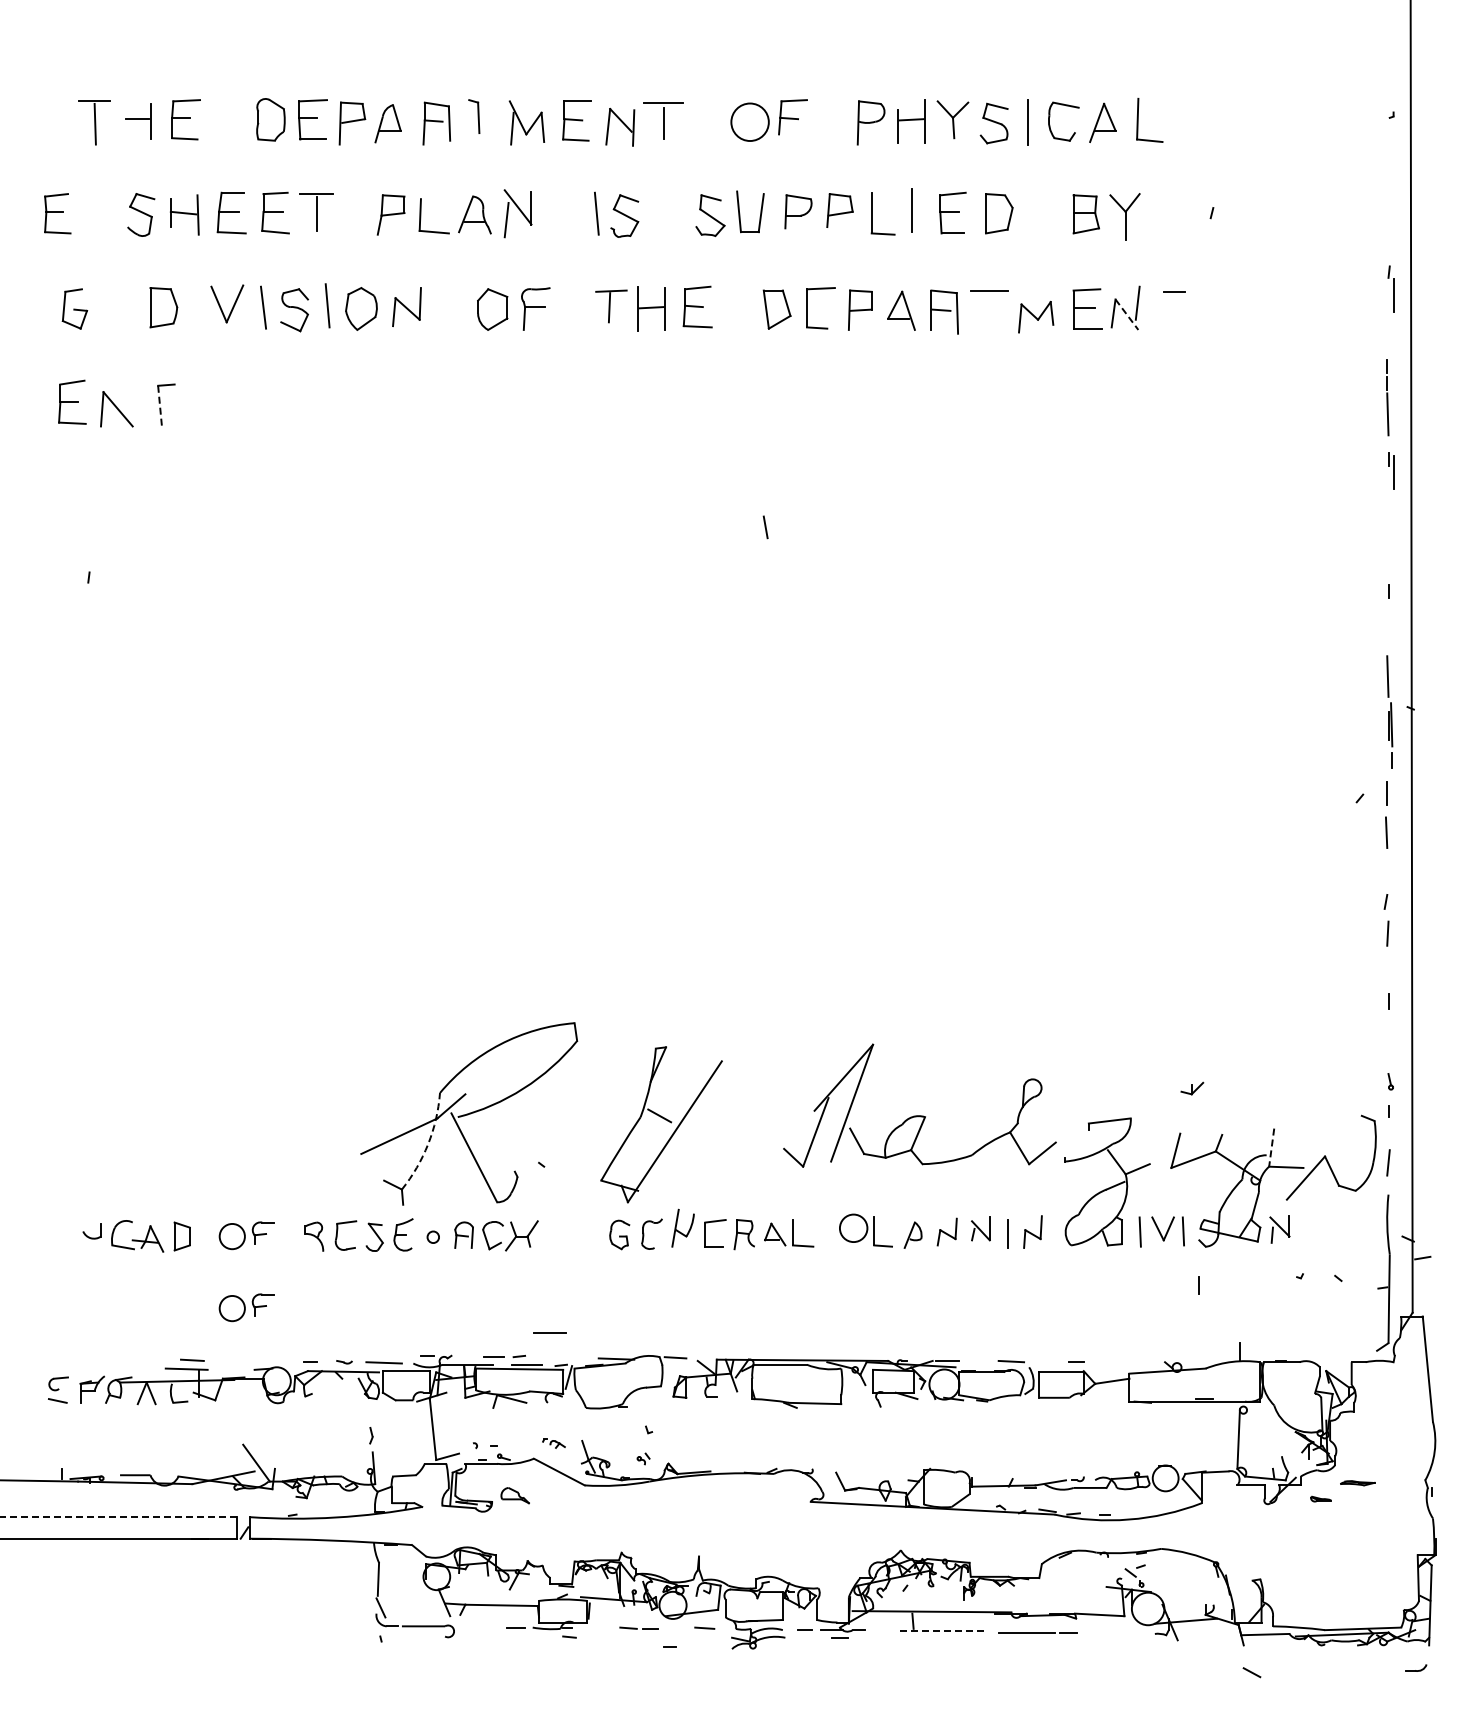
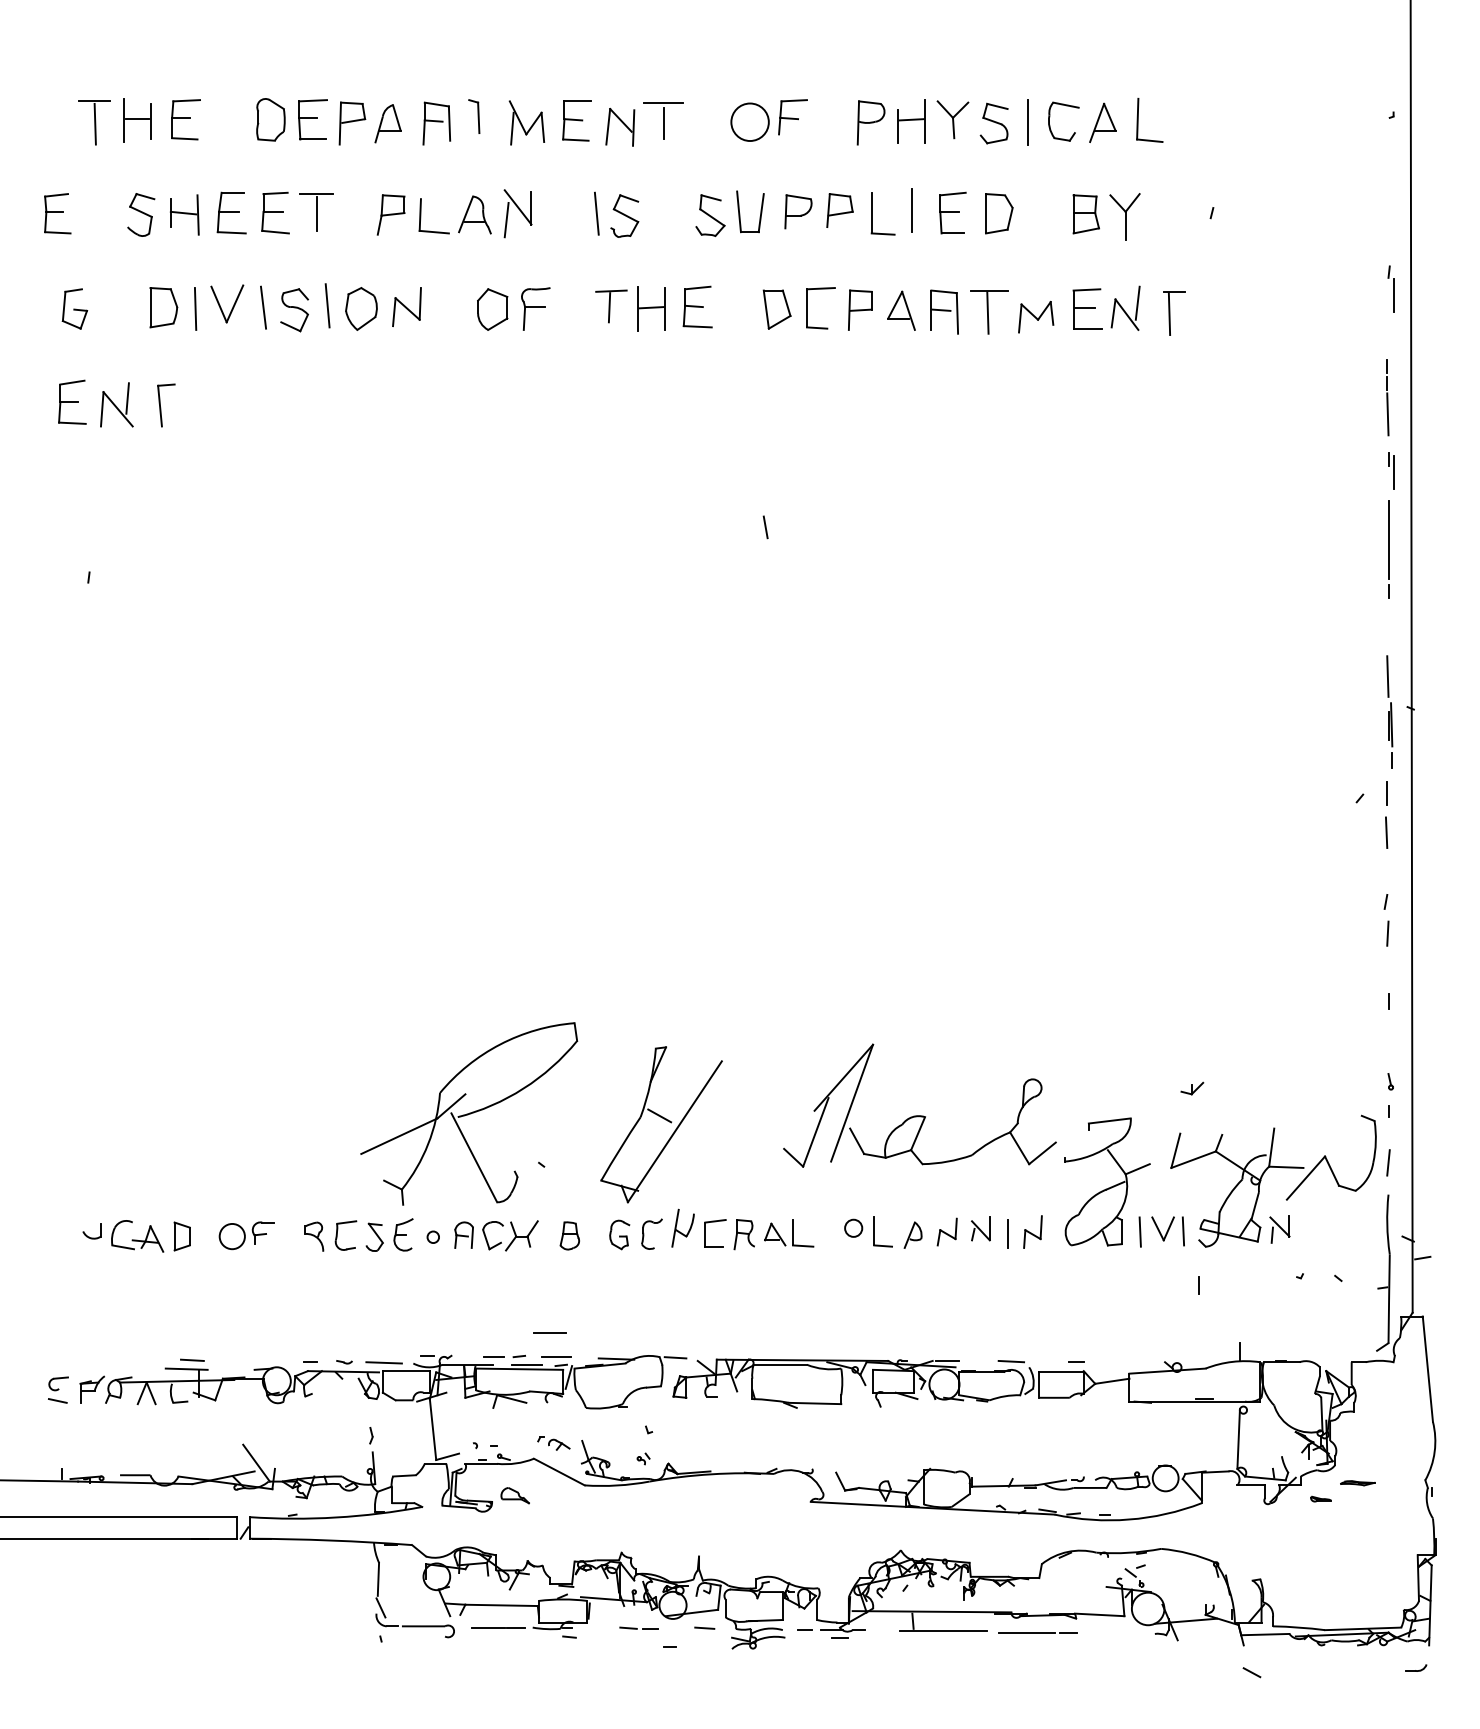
line at (123, 120): none -> present
line at (195, 308): none -> present
line at (987, 312): none -> present
line at (1169, 314): none -> present
line at (1127, 315): dashed -> solid
line at (127, 398): none -> present
line at (160, 406): dashed -> solid
line at (1388, 539): none -> present
arc at (428, 1144): dashed -> solid
line at (1271, 1148): dashed -> solid
circle at (853, 1228) diameter: 27 px -> 17 px
part at (569, 1235): none -> present
part at (246, 1307): present -> none
line at (555, 1357): none -> present
part at (553, 1443) size: 24x11 px -> 34x15 px
line at (118, 1517): dashed -> solid
line at (487, 1627): none -> present
line at (943, 1631): dashed -> solid
